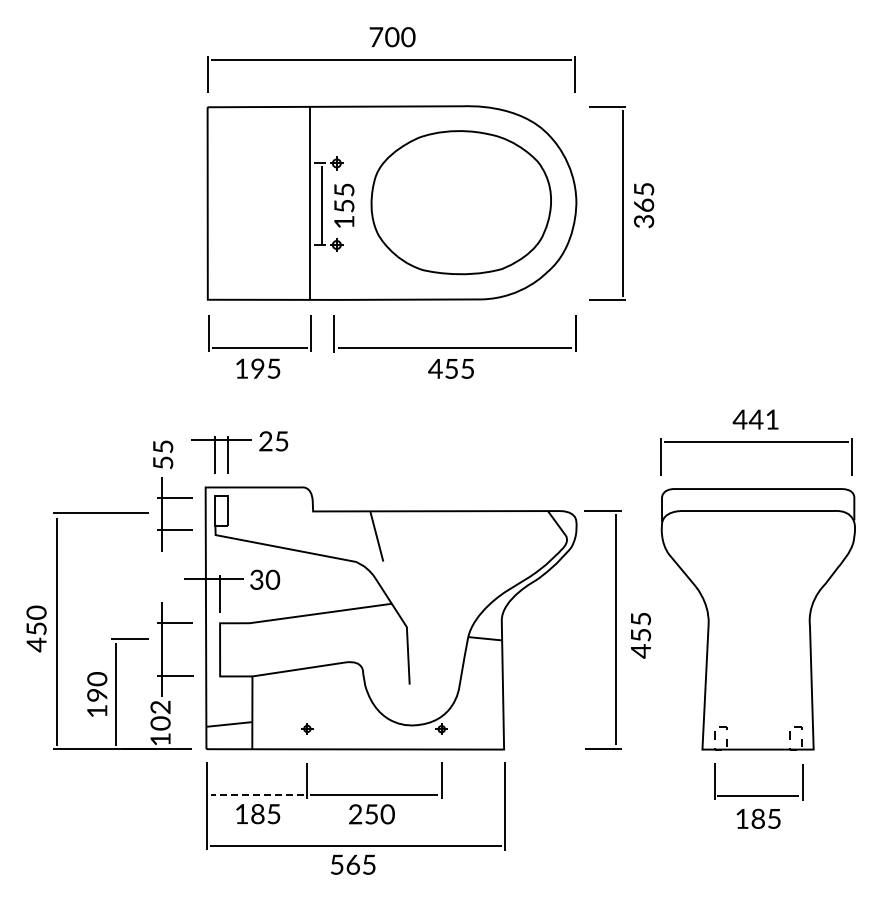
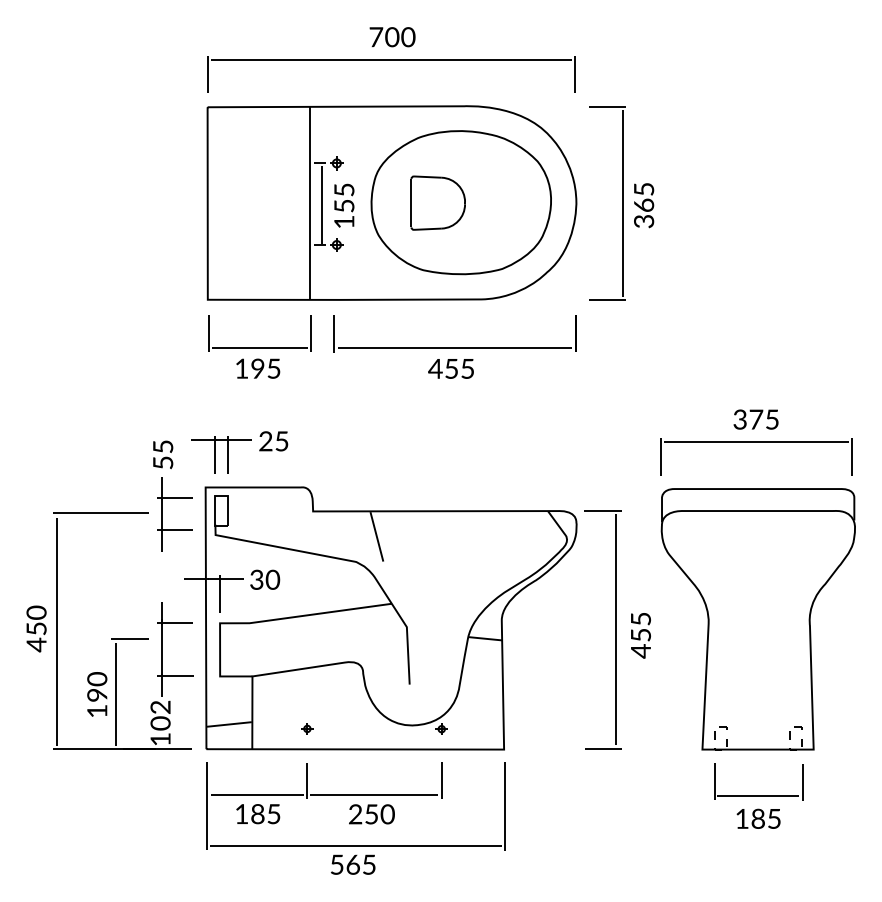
part at (437, 202): none -> present
text at (755, 419): 441 -> 375
line at (257, 795): dashed -> solid
